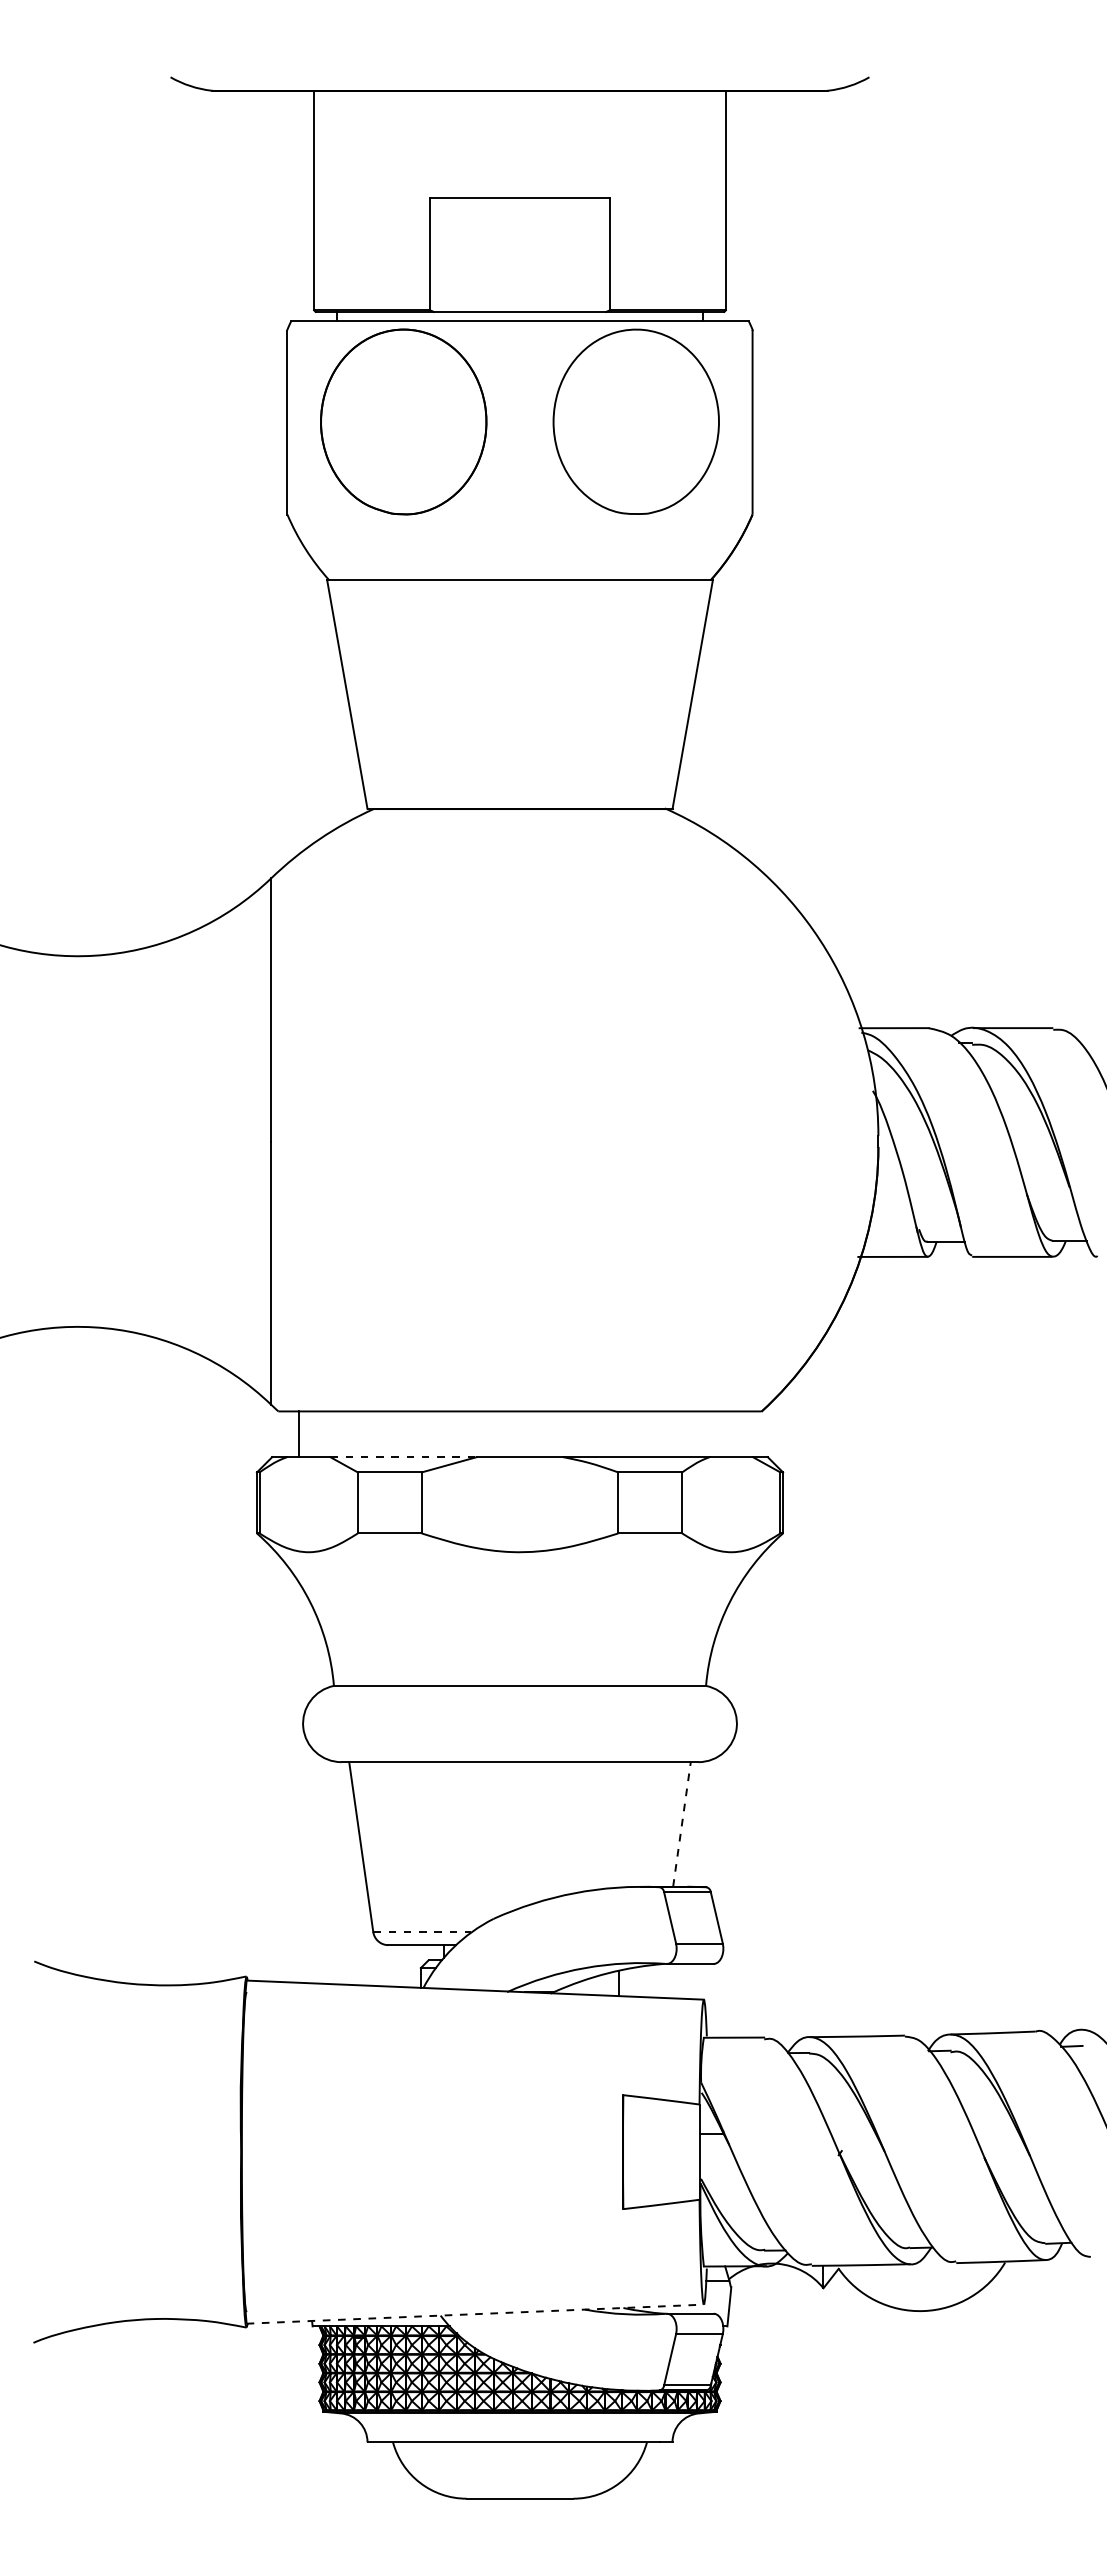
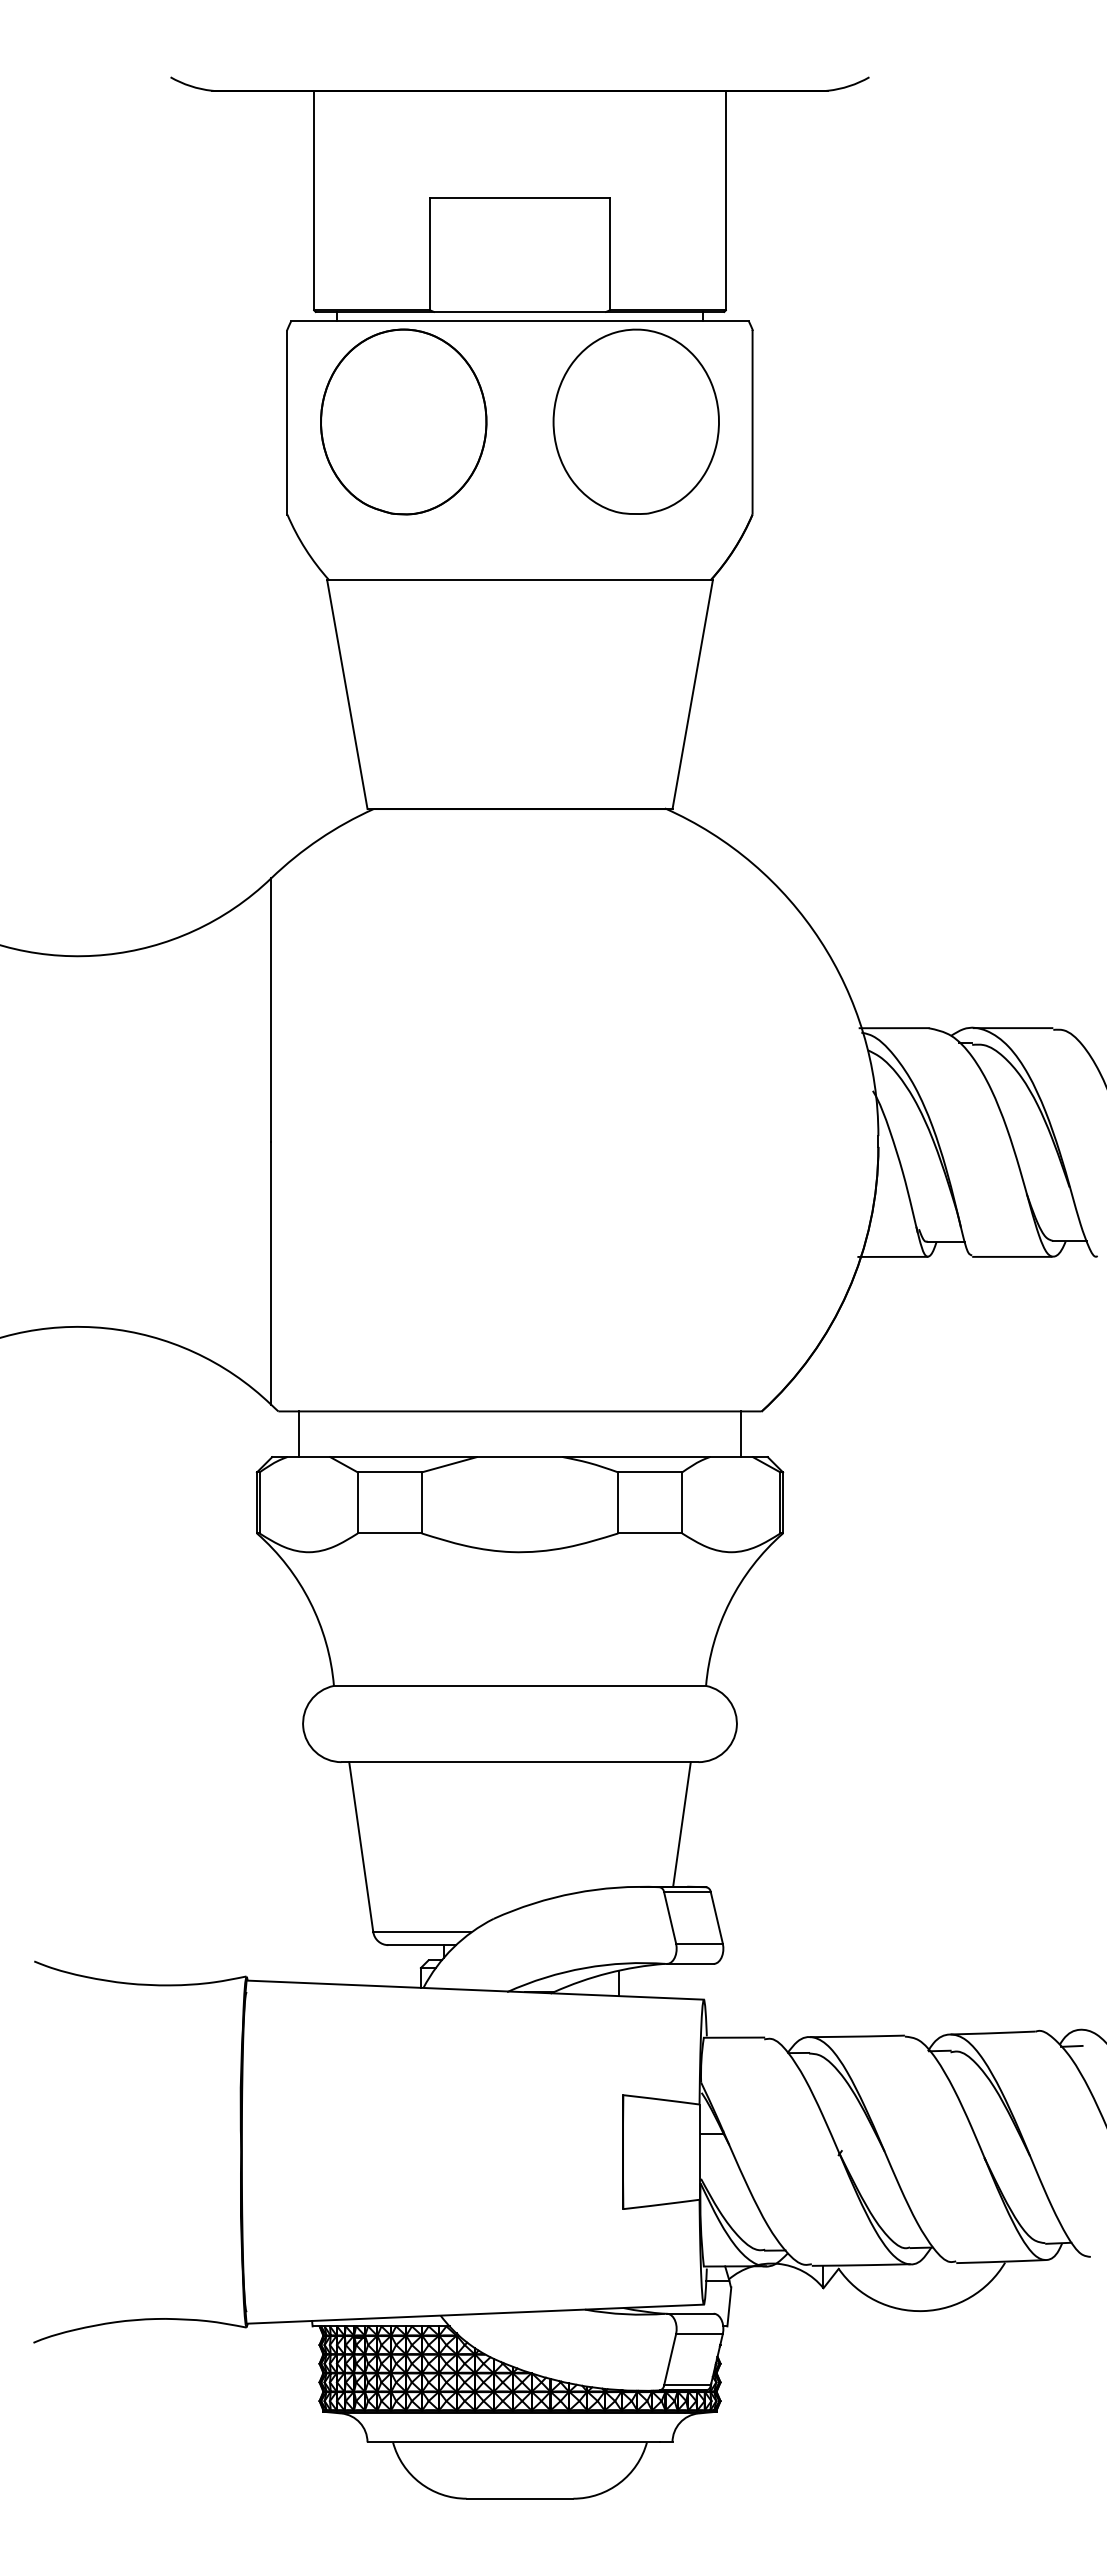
line at (741, 1434): none -> present
line at (404, 1457): dashed -> solid
line at (681, 1824): dashed -> solid
line at (422, 1932): dashed -> solid
line at (475, 2314): dashed -> solid
